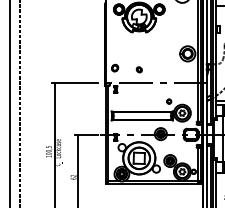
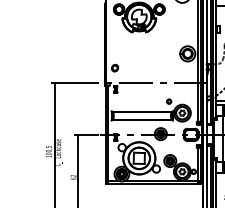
part at (138, 69): present -> none
line at (9, 103): present -> none
line at (19, 103): present -> none
